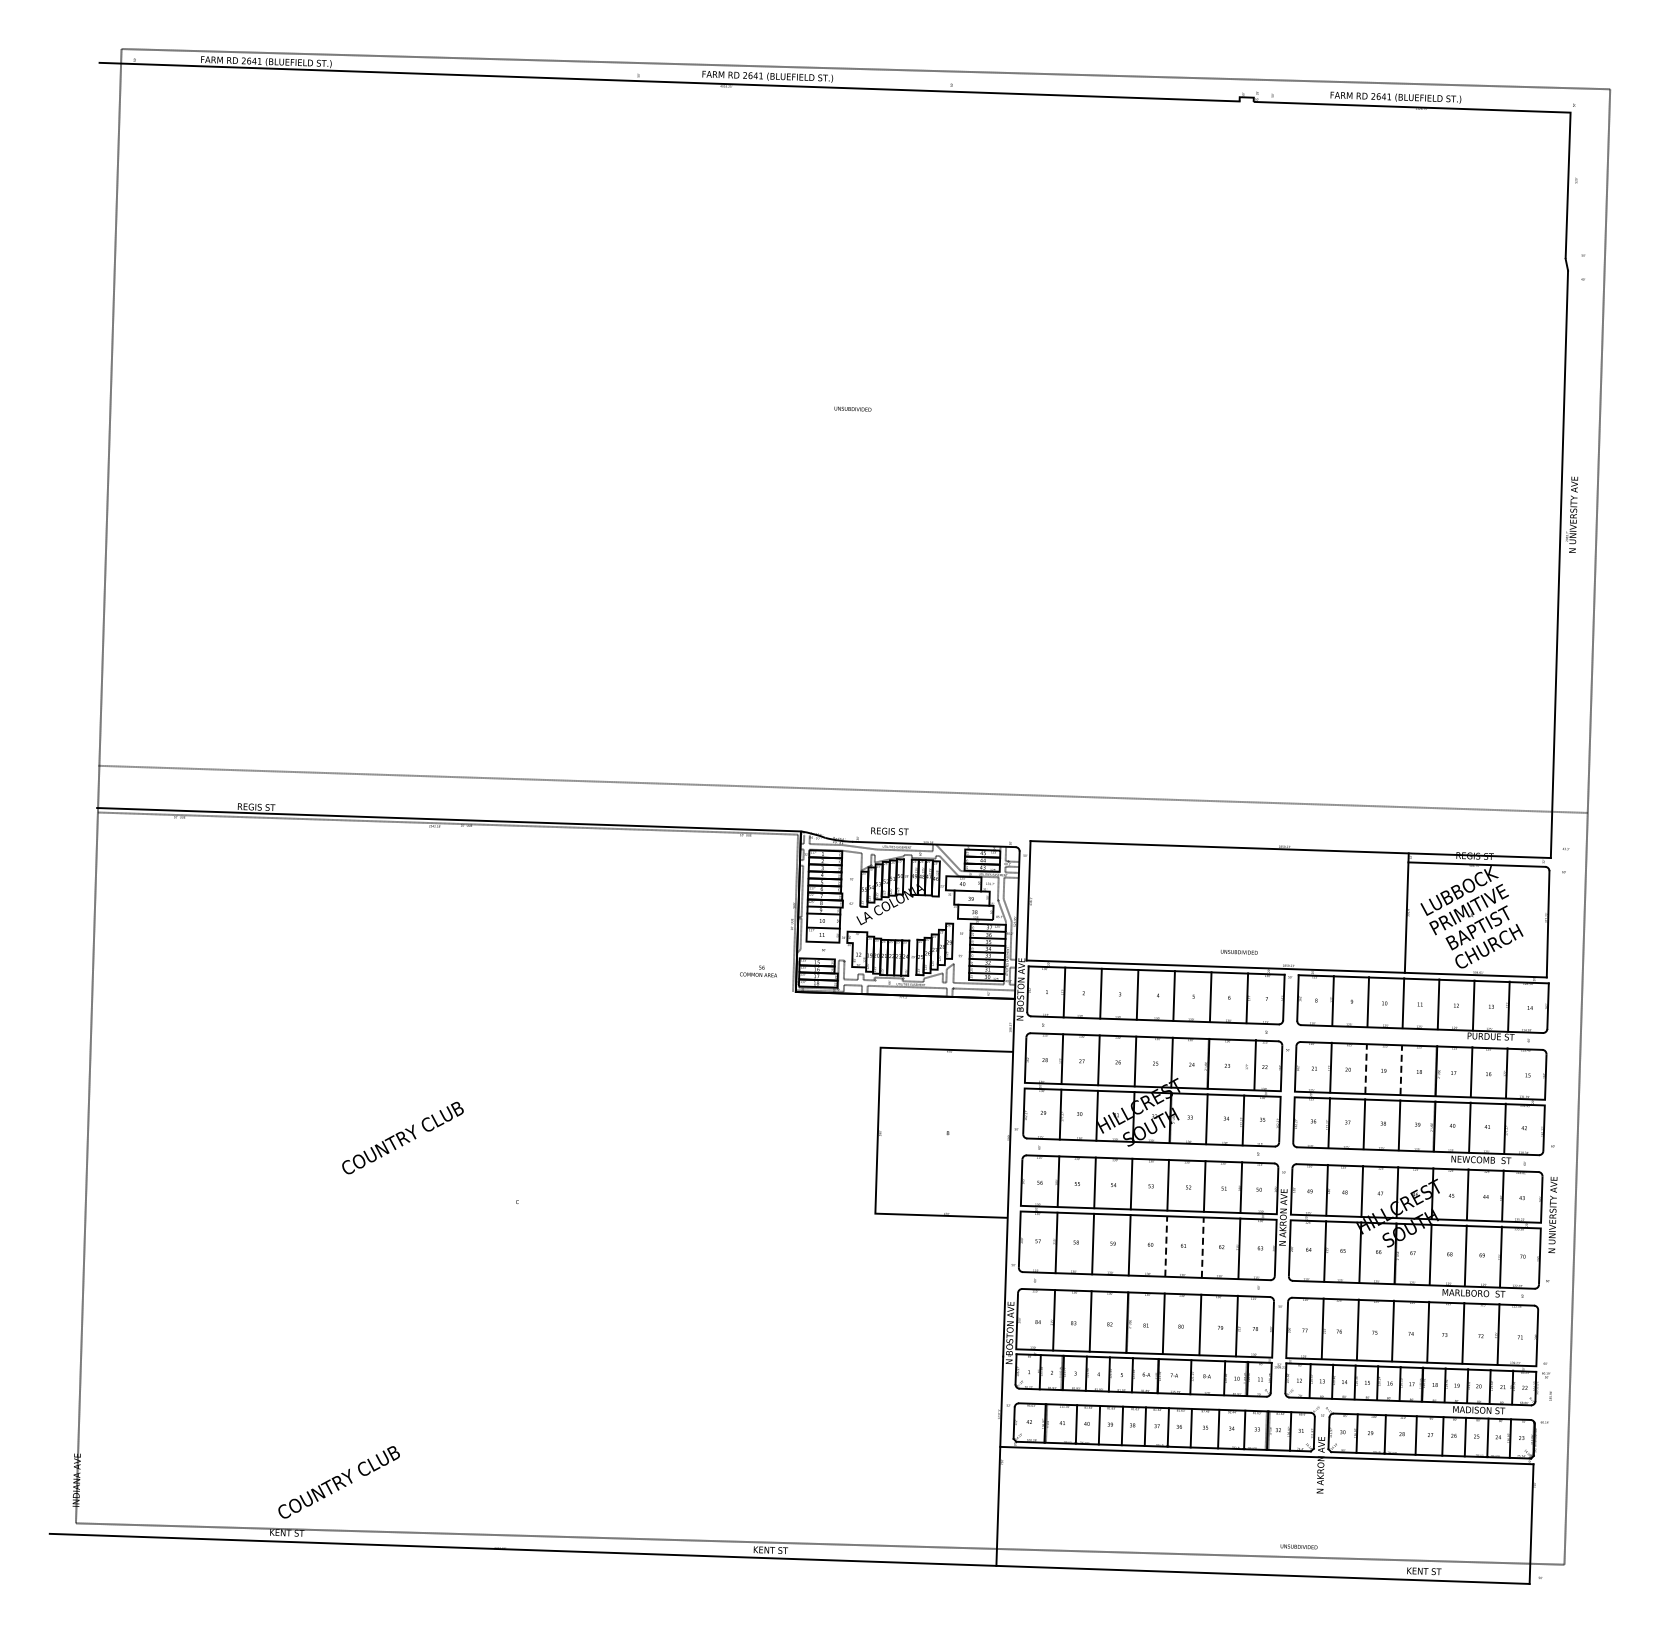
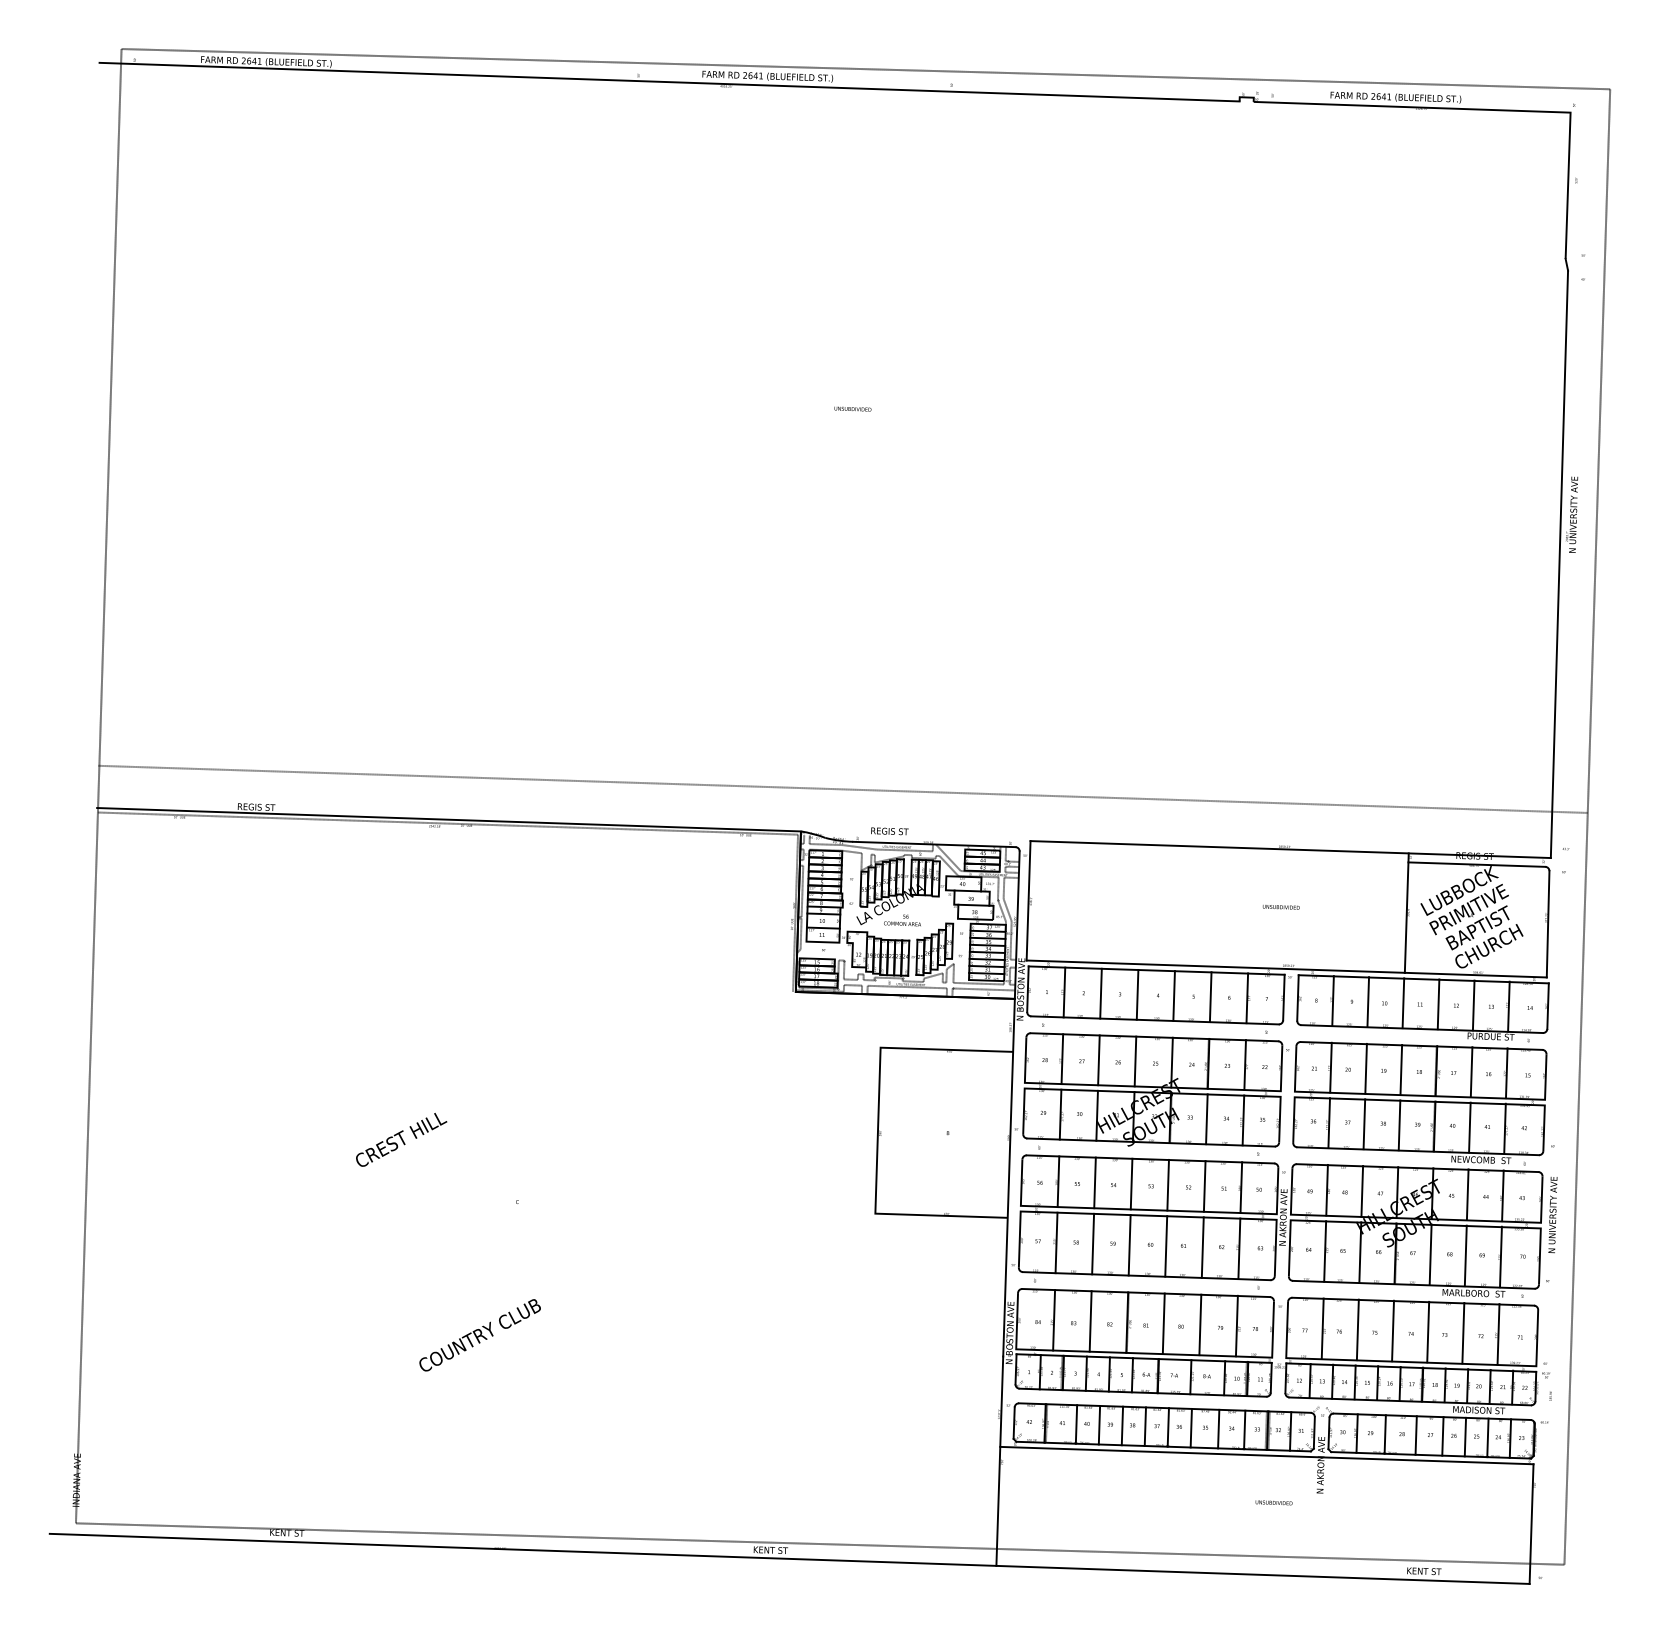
text at (1238, 952) position: (1238, 952) -> (1280, 907)
text at (758, 971) position: (758, 971) -> (902, 920)
line at (1254, 1064) position: (1254, 1064) -> (1244, 1064)
line at (1366, 1068): dashed -> solid
line at (1401, 1069): dashed -> solid
text at (402, 1137): COUNTRY CLUB -> CREST HILL
line at (1166, 1245): dashed -> solid
line at (1202, 1247): dashed -> solid
text at (338, 1482) position: (338, 1482) -> (479, 1335)
text at (1298, 1546) position: (1298, 1546) -> (1273, 1502)
